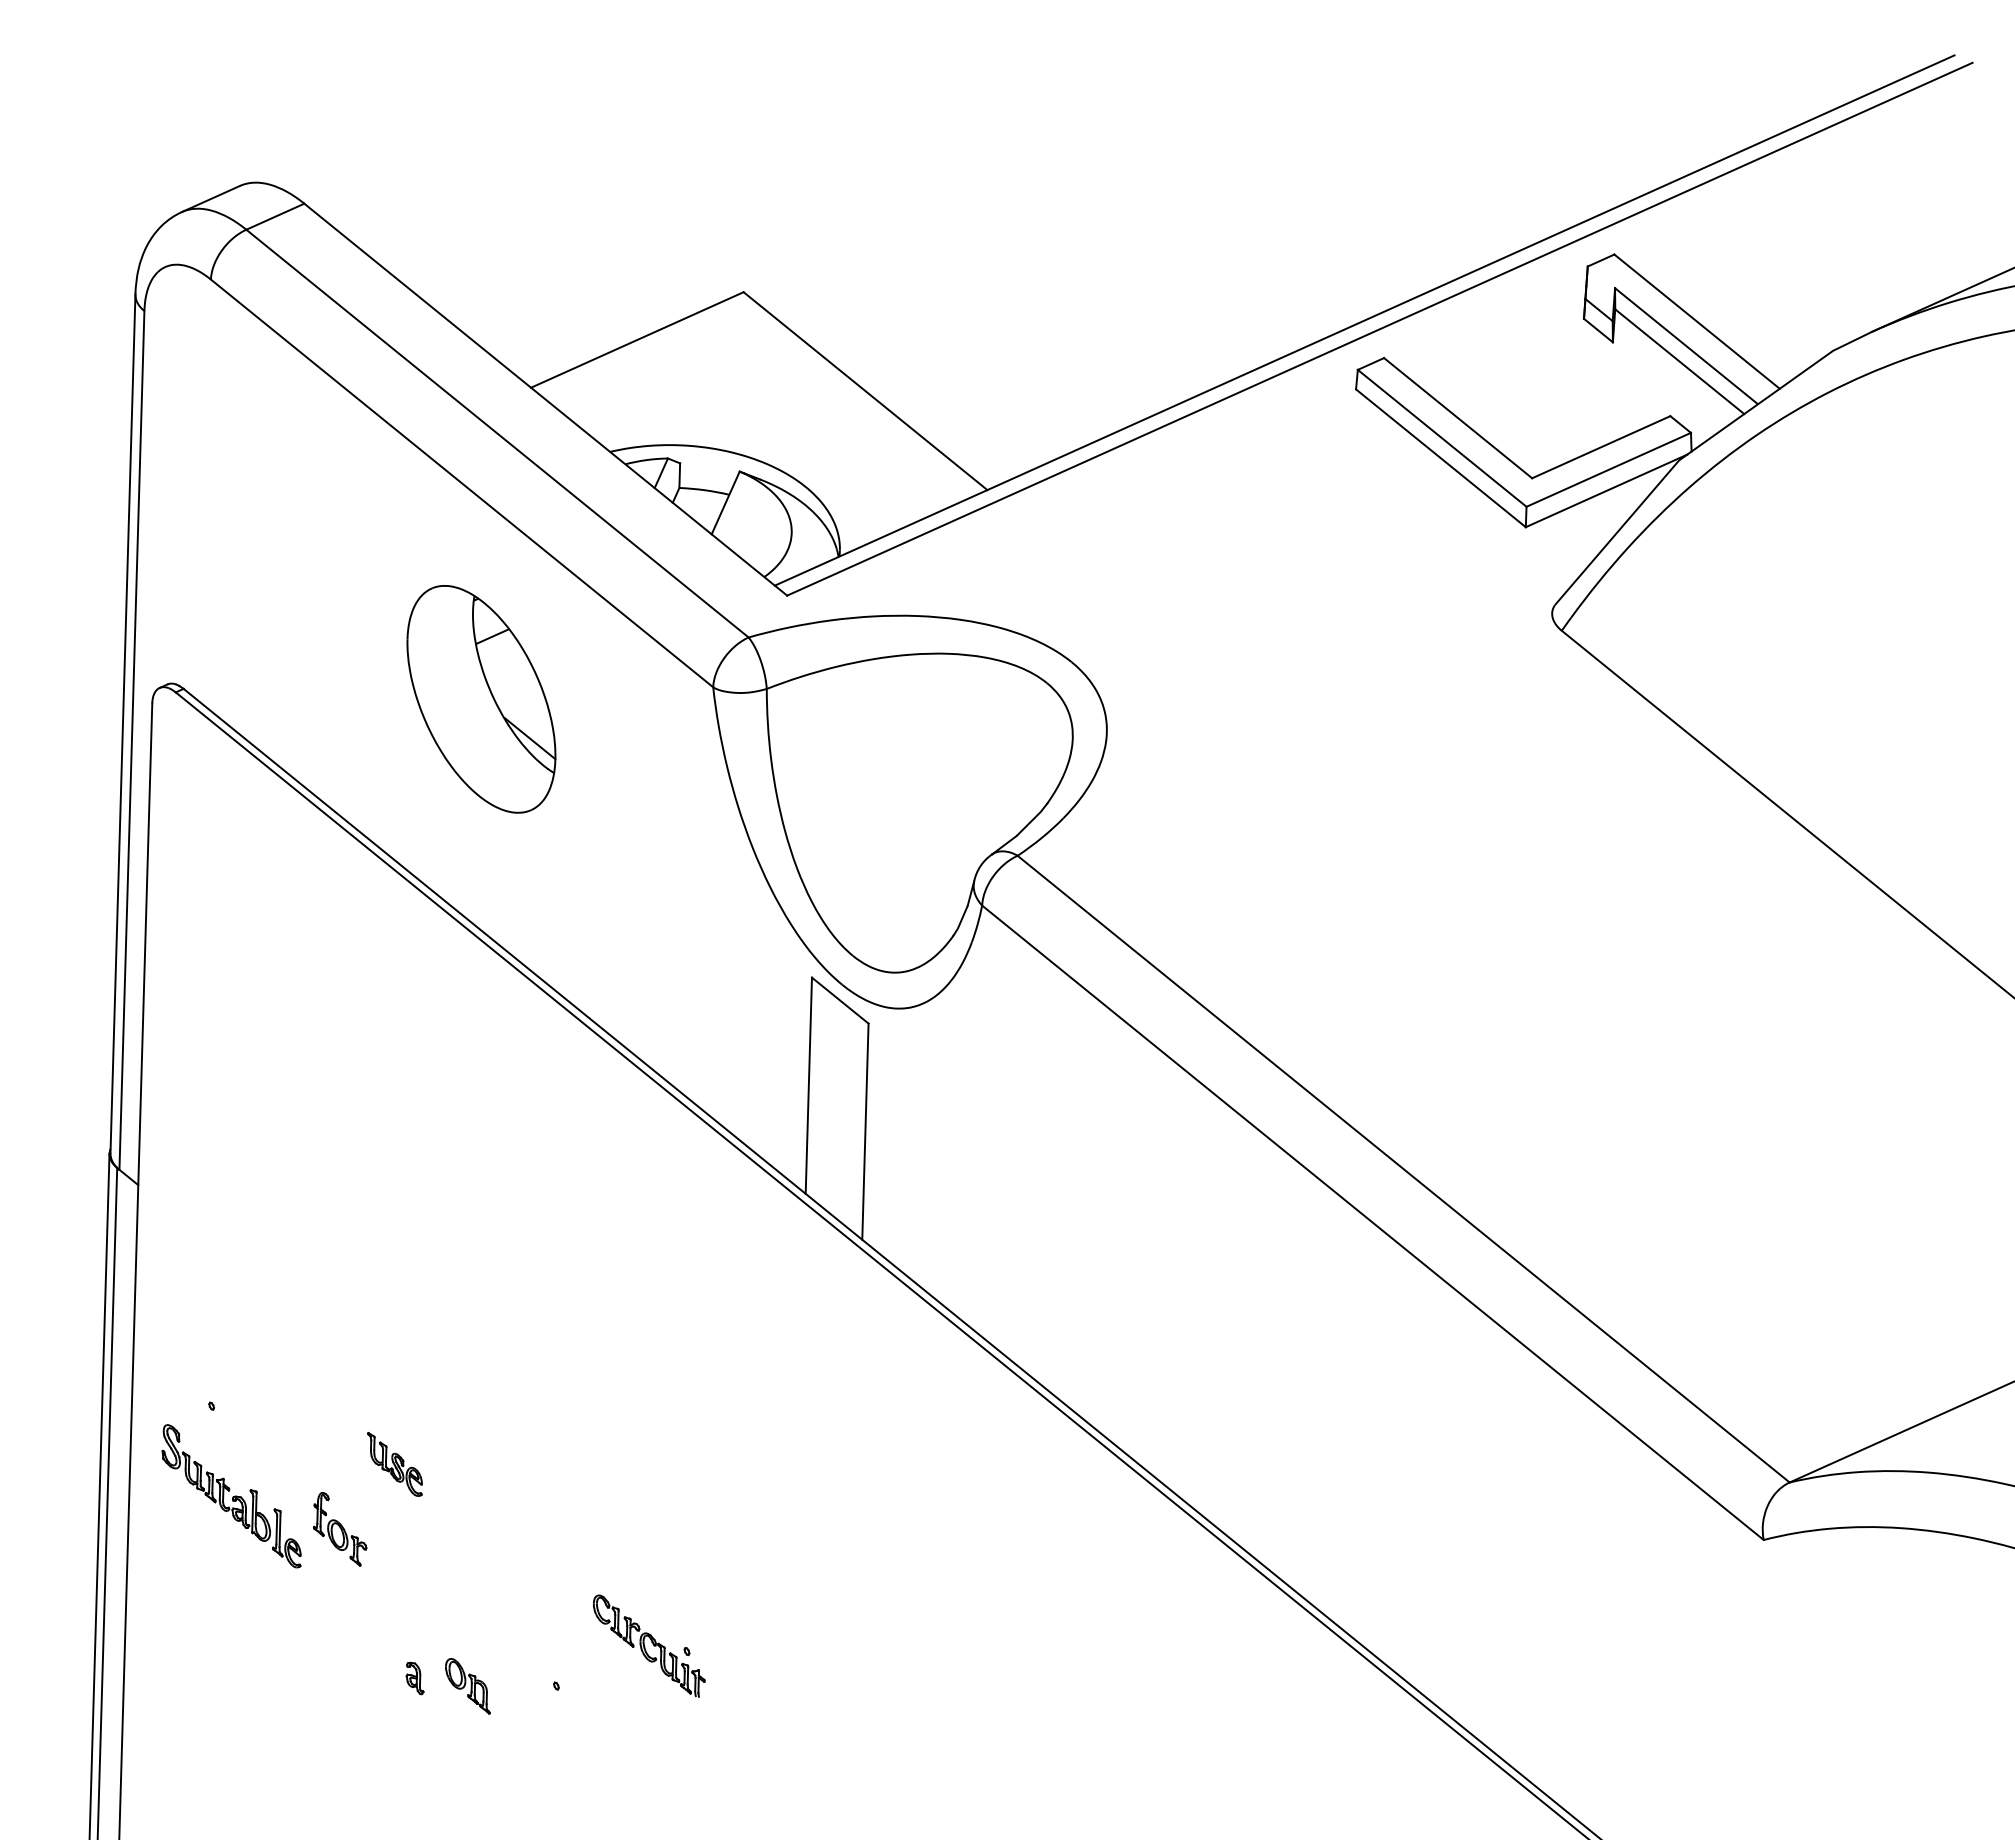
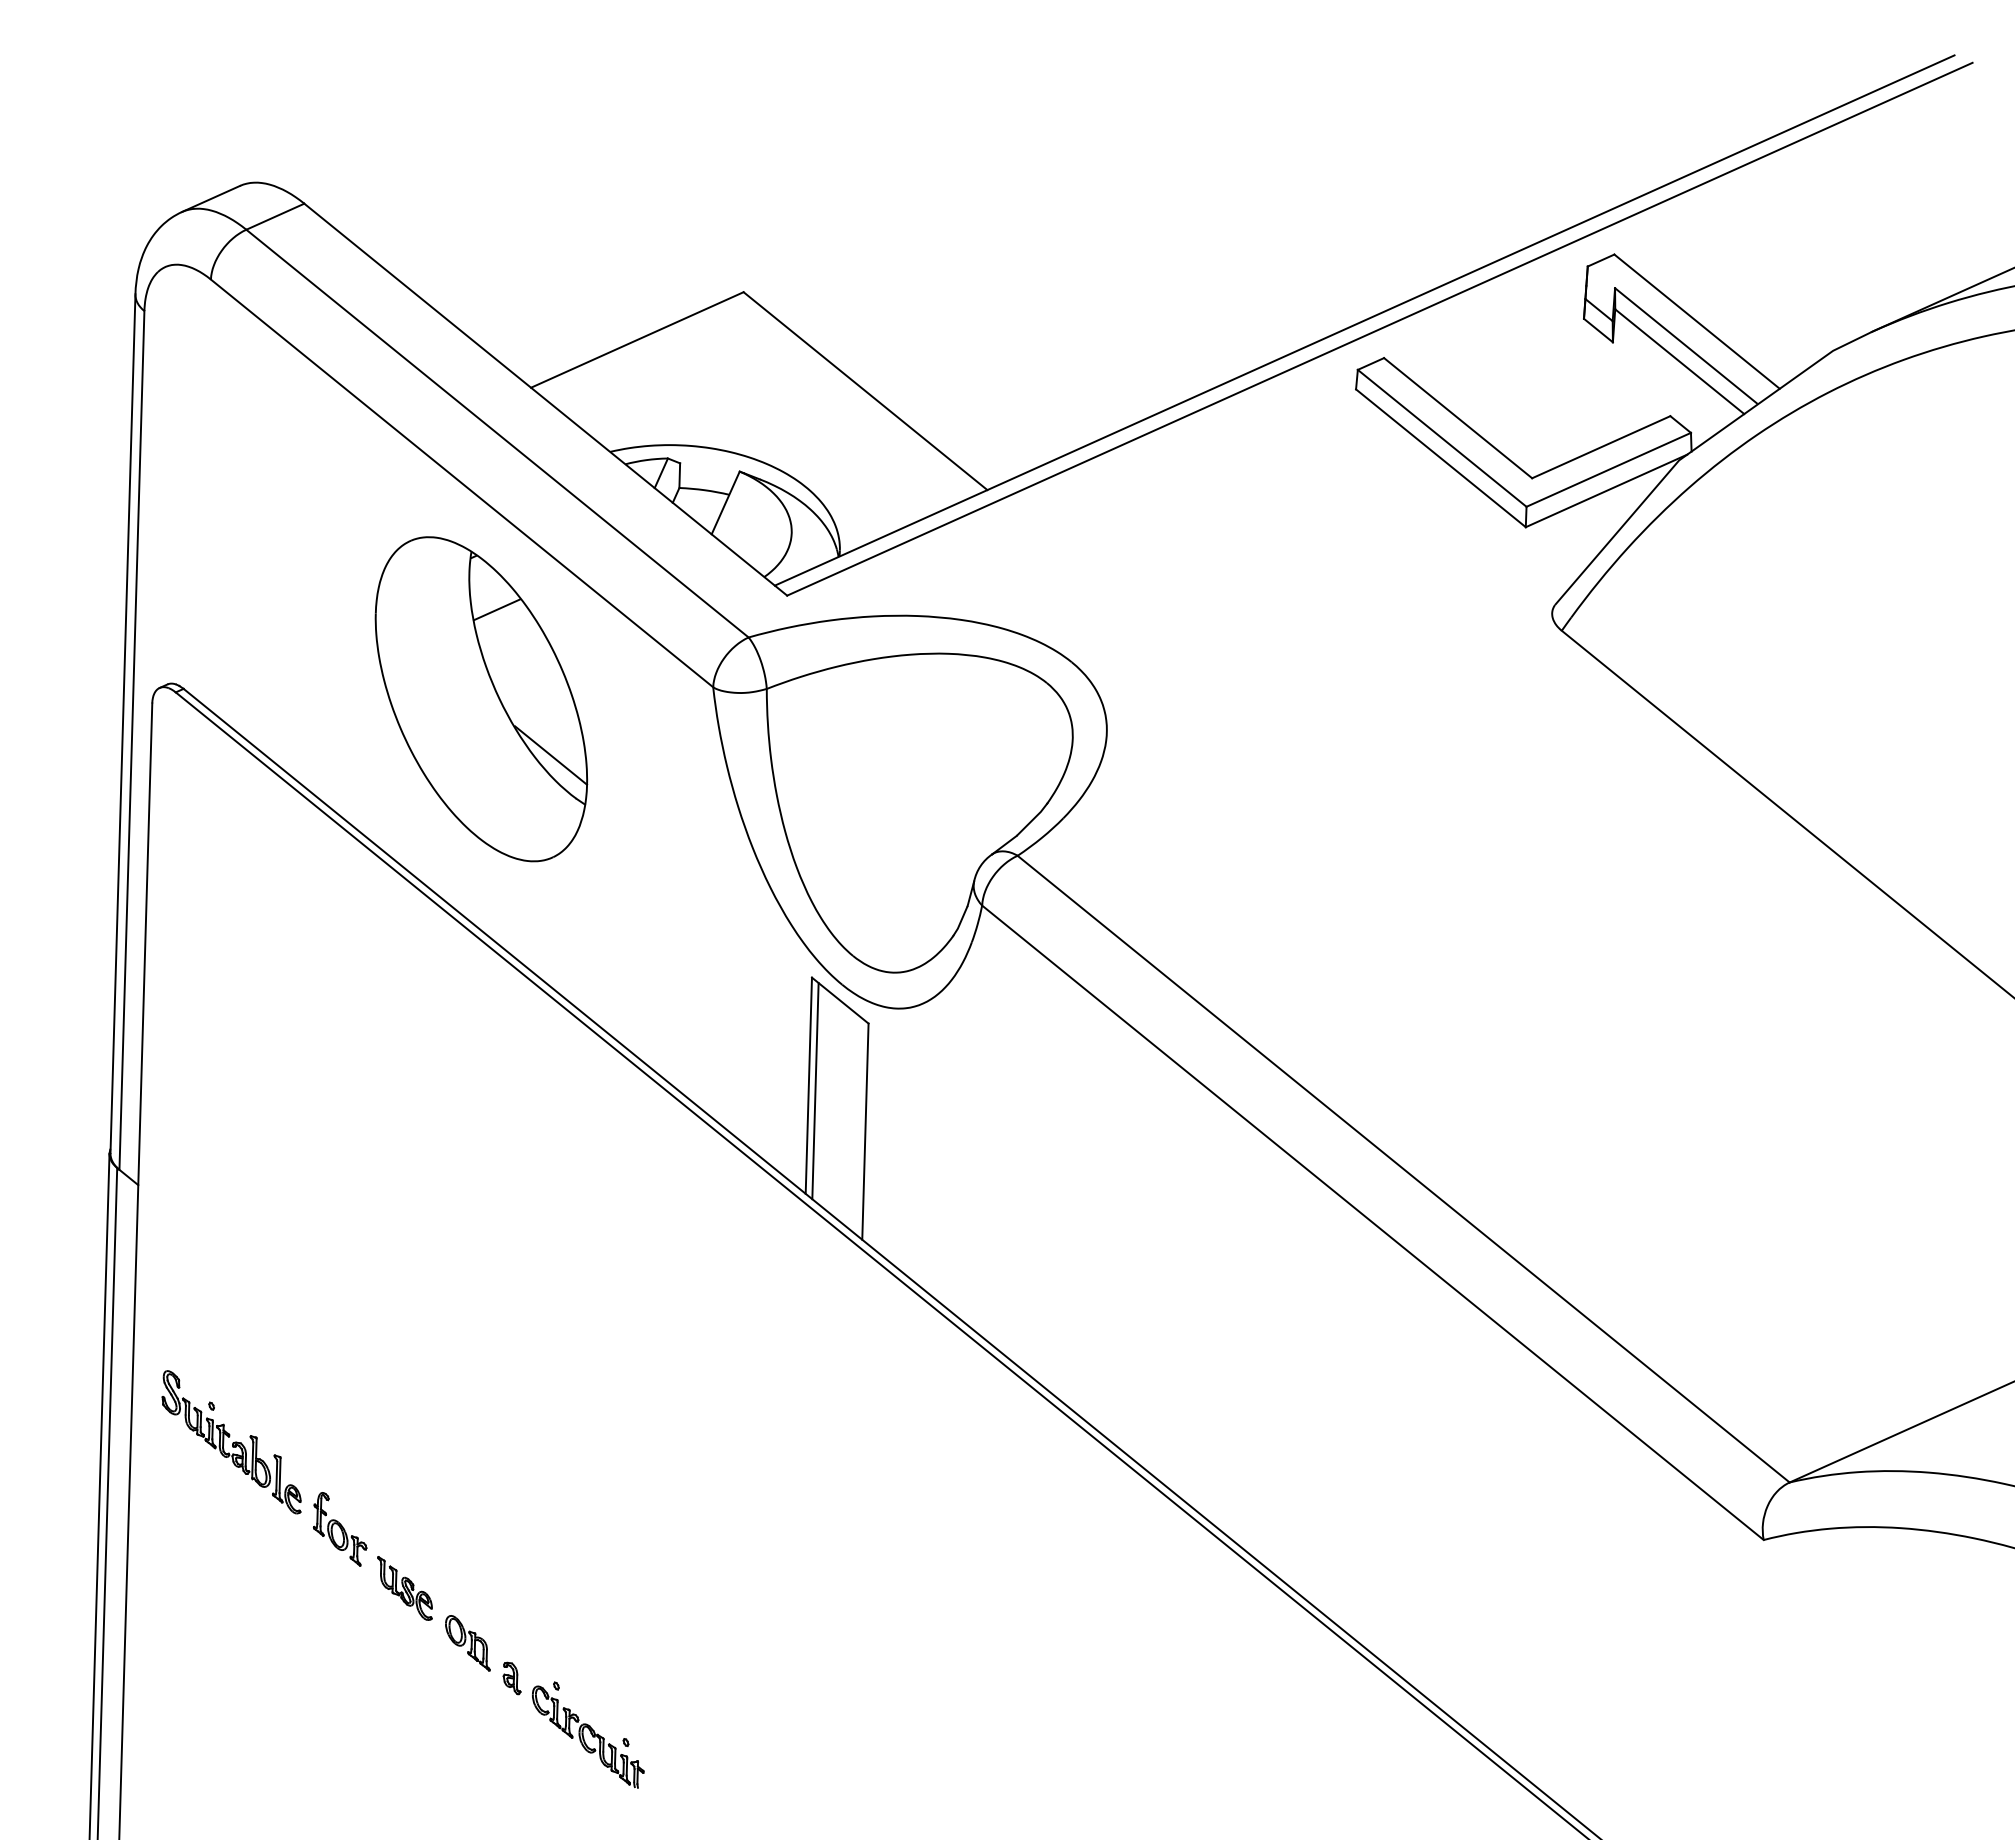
part at (481, 699) size: 151x229 px -> 215x327 px
line at (815, 1091): none -> present
part at (394, 1464) position: (394, 1464) -> (404, 1588)
part at (231, 1496) position: (231, 1496) -> (231, 1442)
part at (649, 1645) position: (649, 1645) -> (588, 1736)
part at (414, 1678) position: (414, 1678) -> (511, 1678)
part at (467, 1686) position: (467, 1686) -> (467, 1643)
